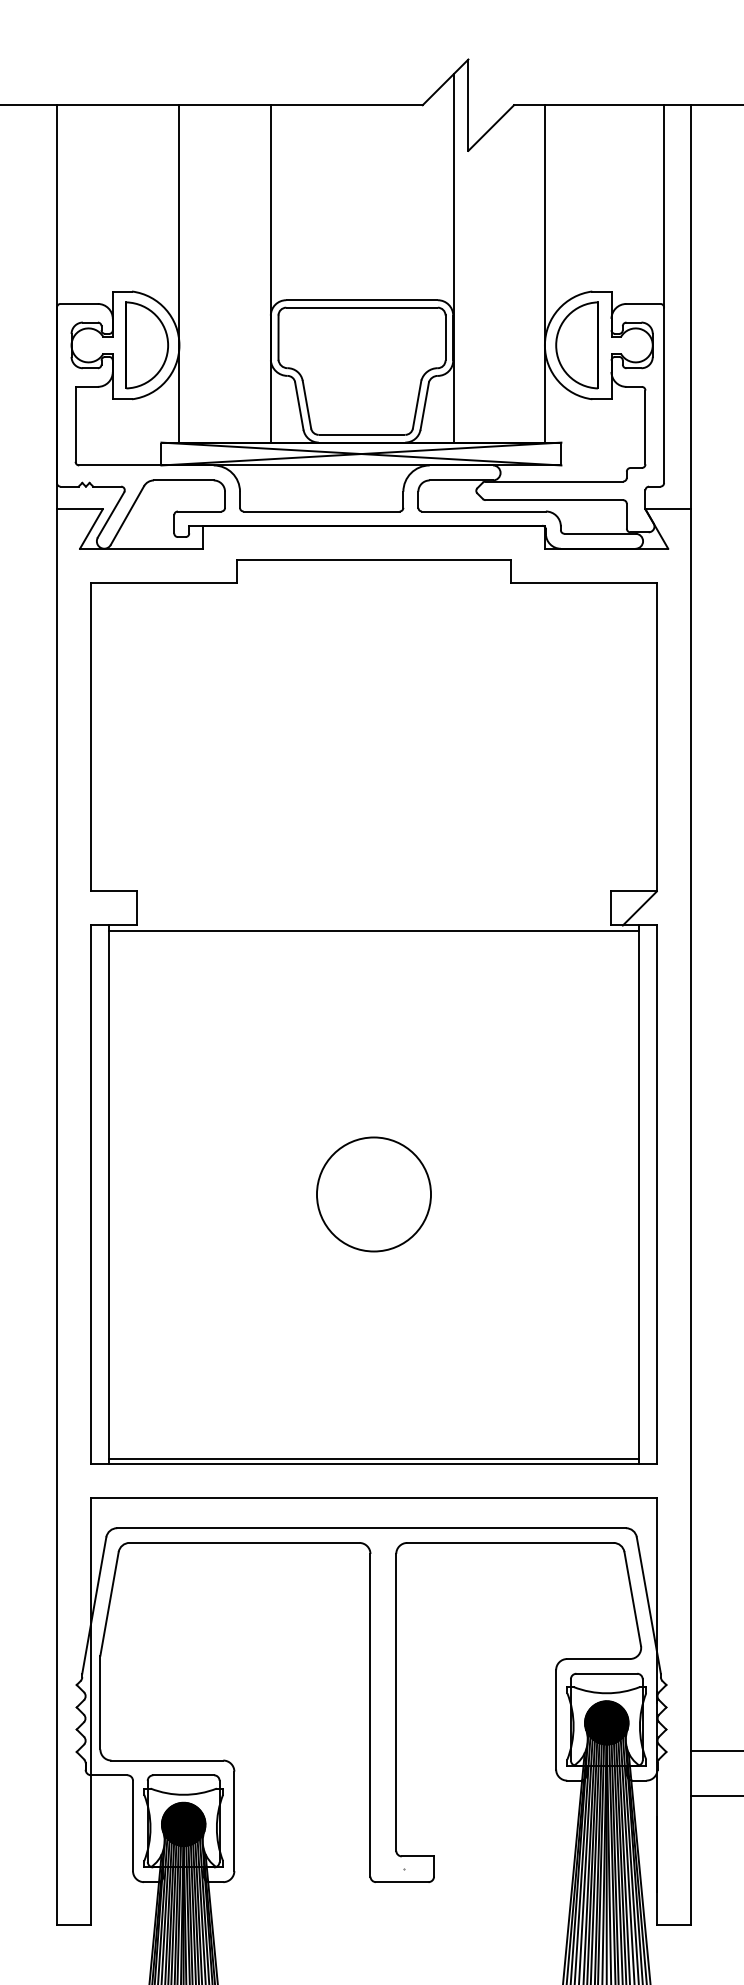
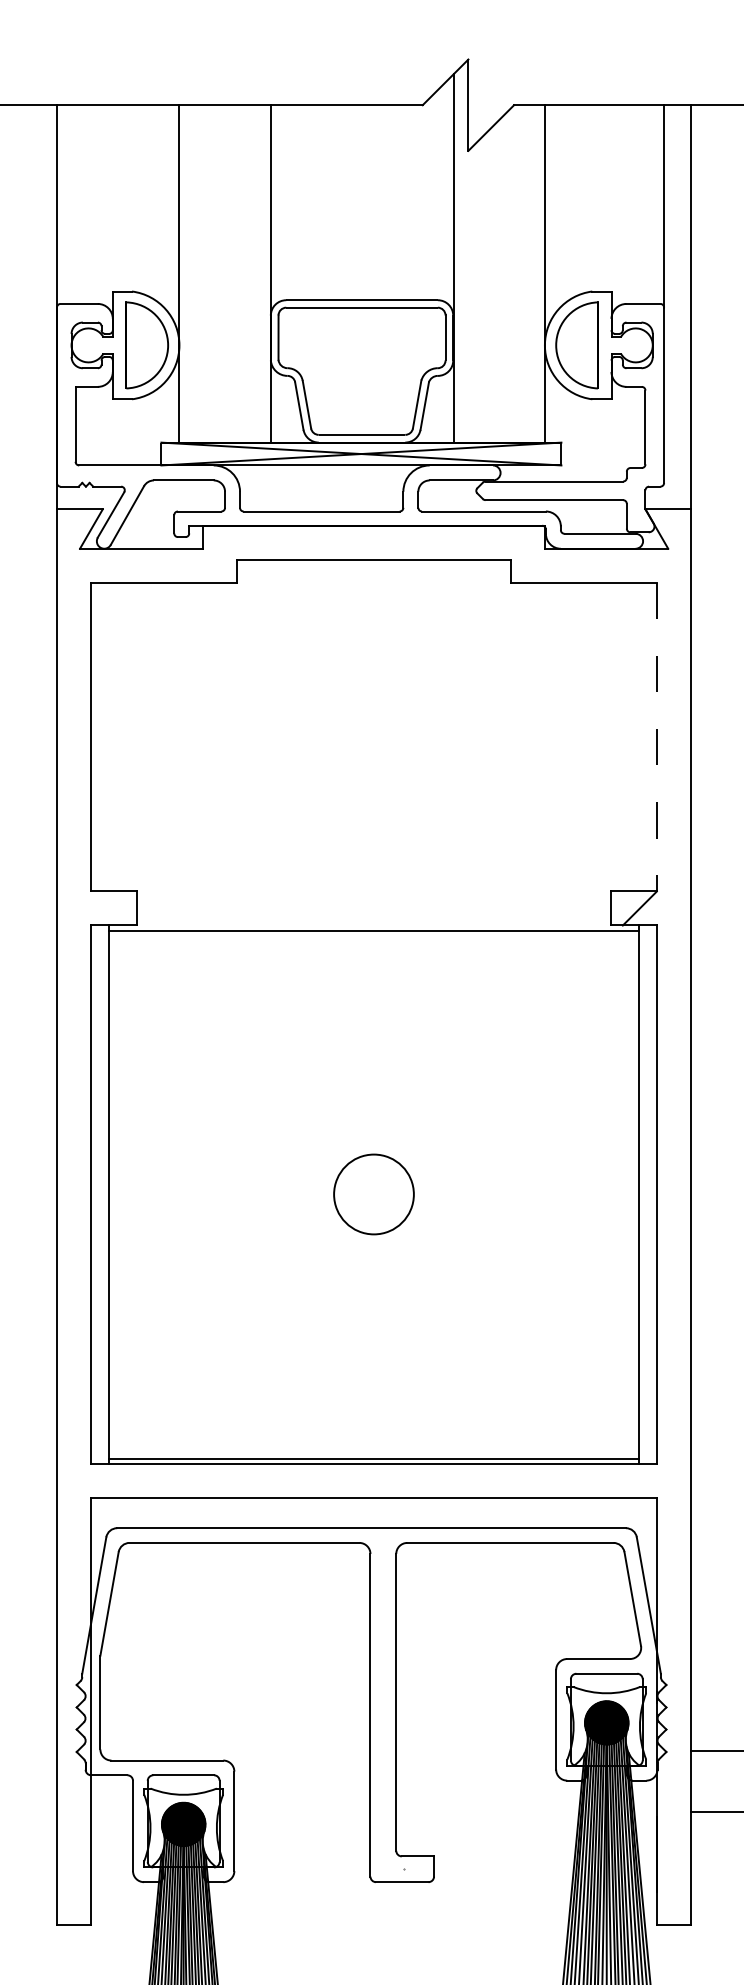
line at (656, 737): solid -> dashed
circle at (373, 1194) size: 116x117 px -> 82x83 px
line at (715, 1796) position: (715, 1796) -> (715, 1812)
